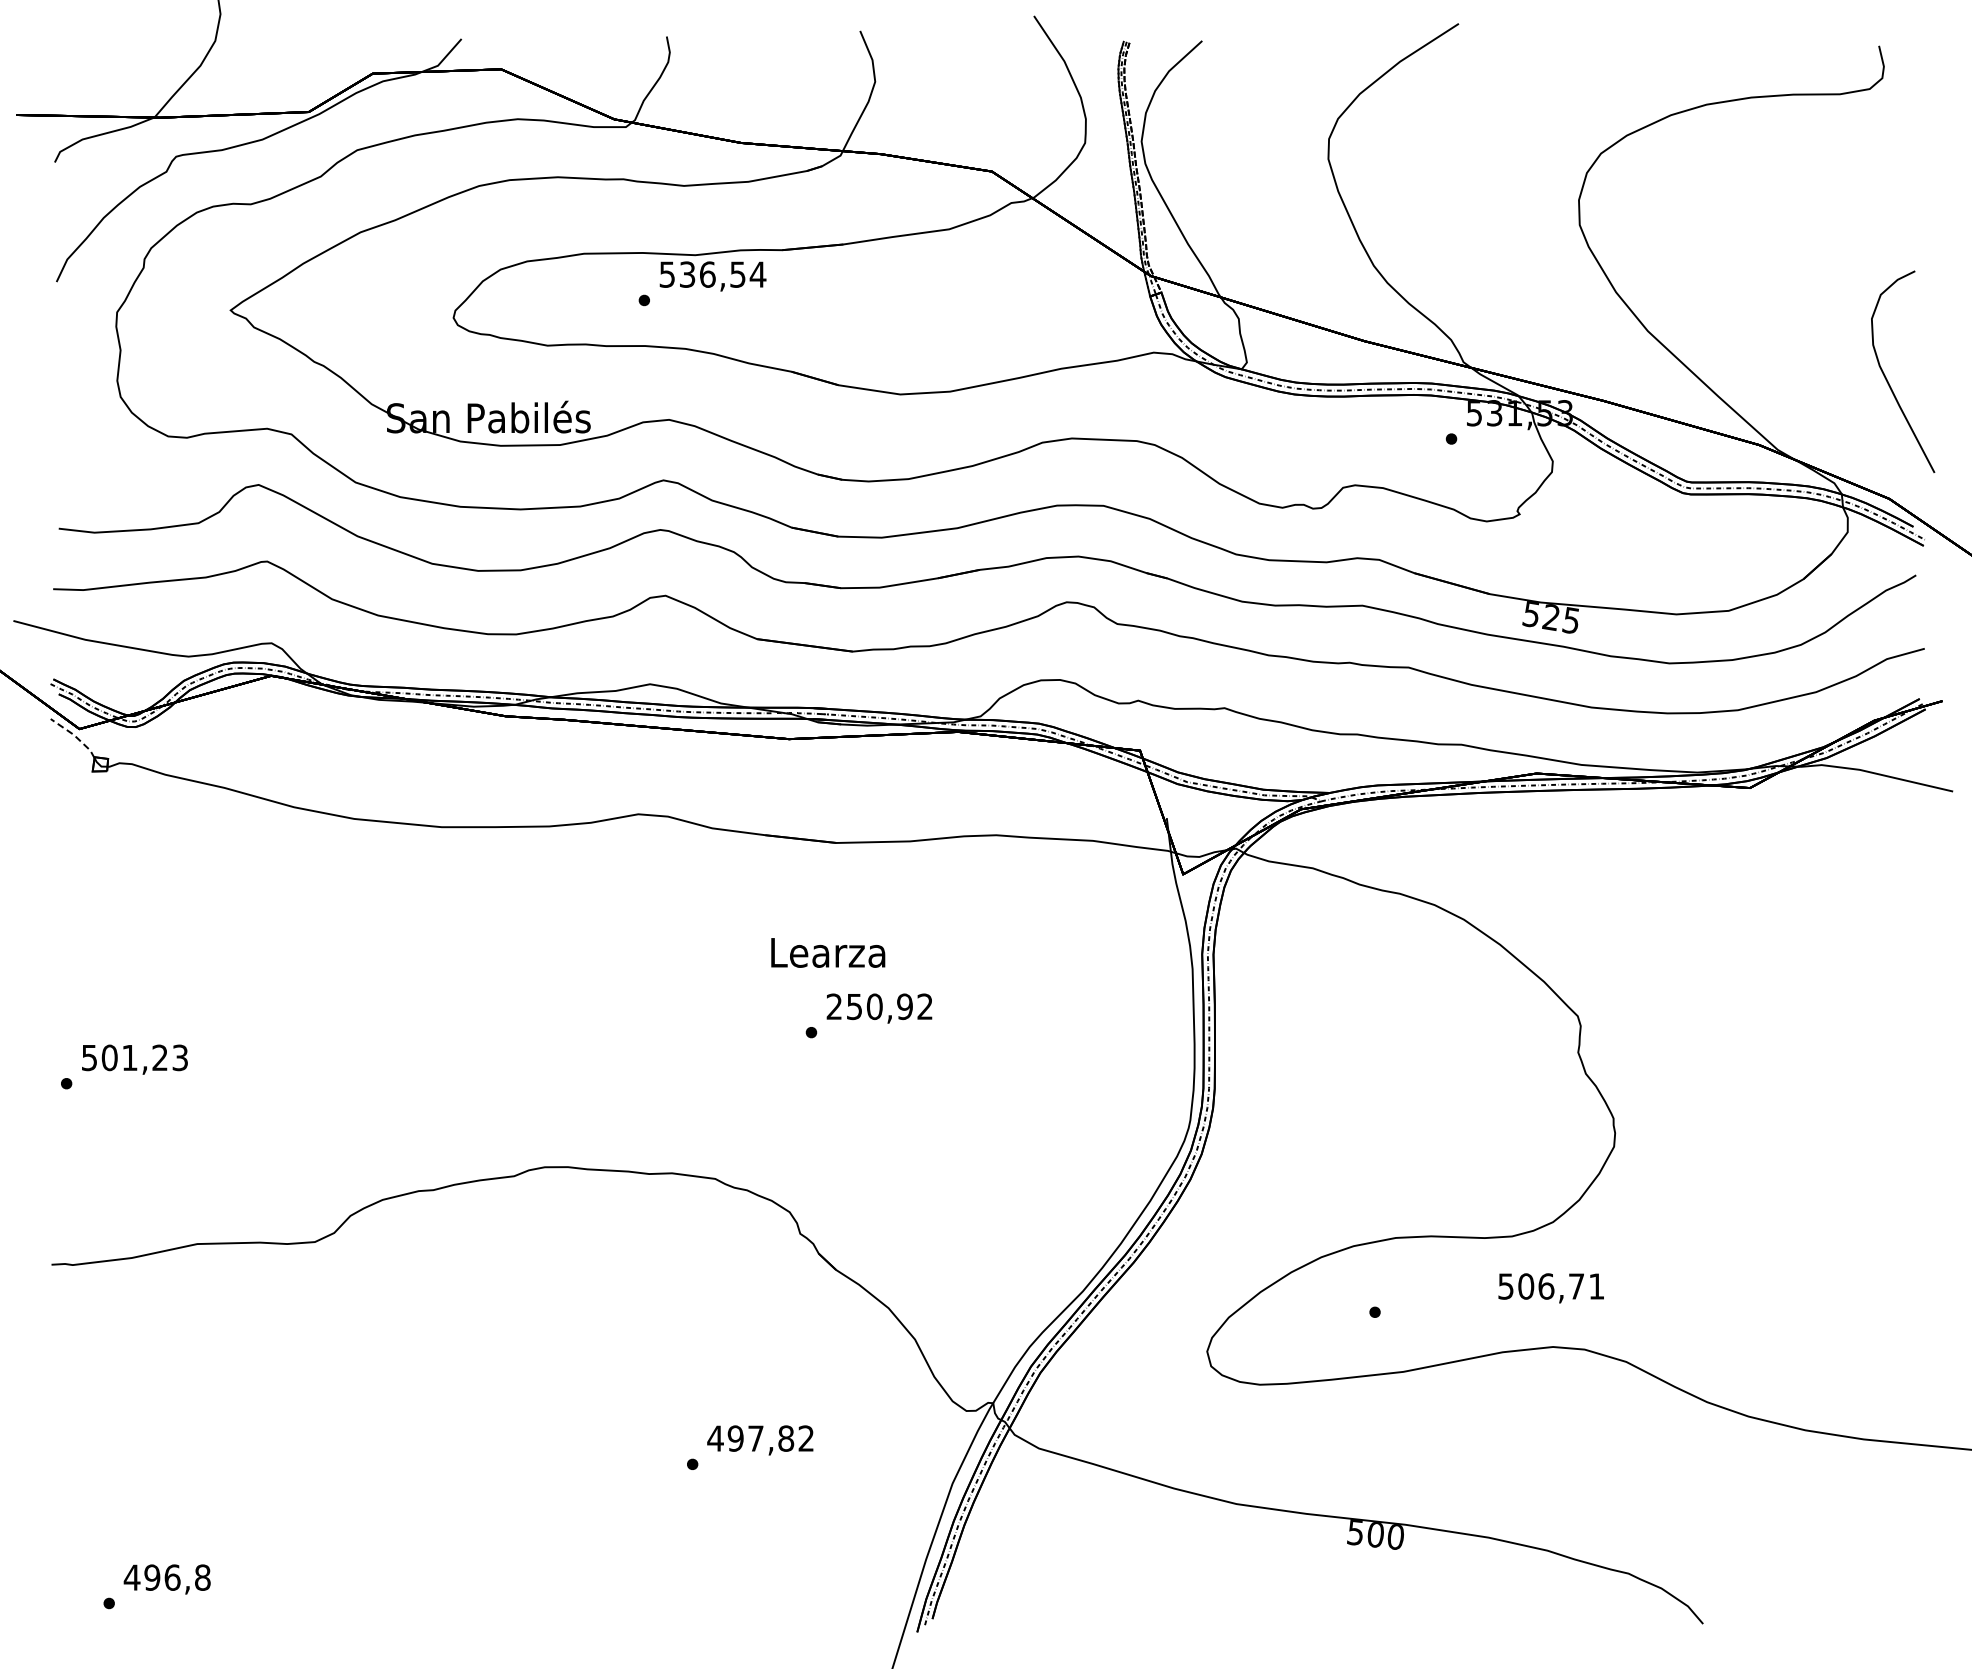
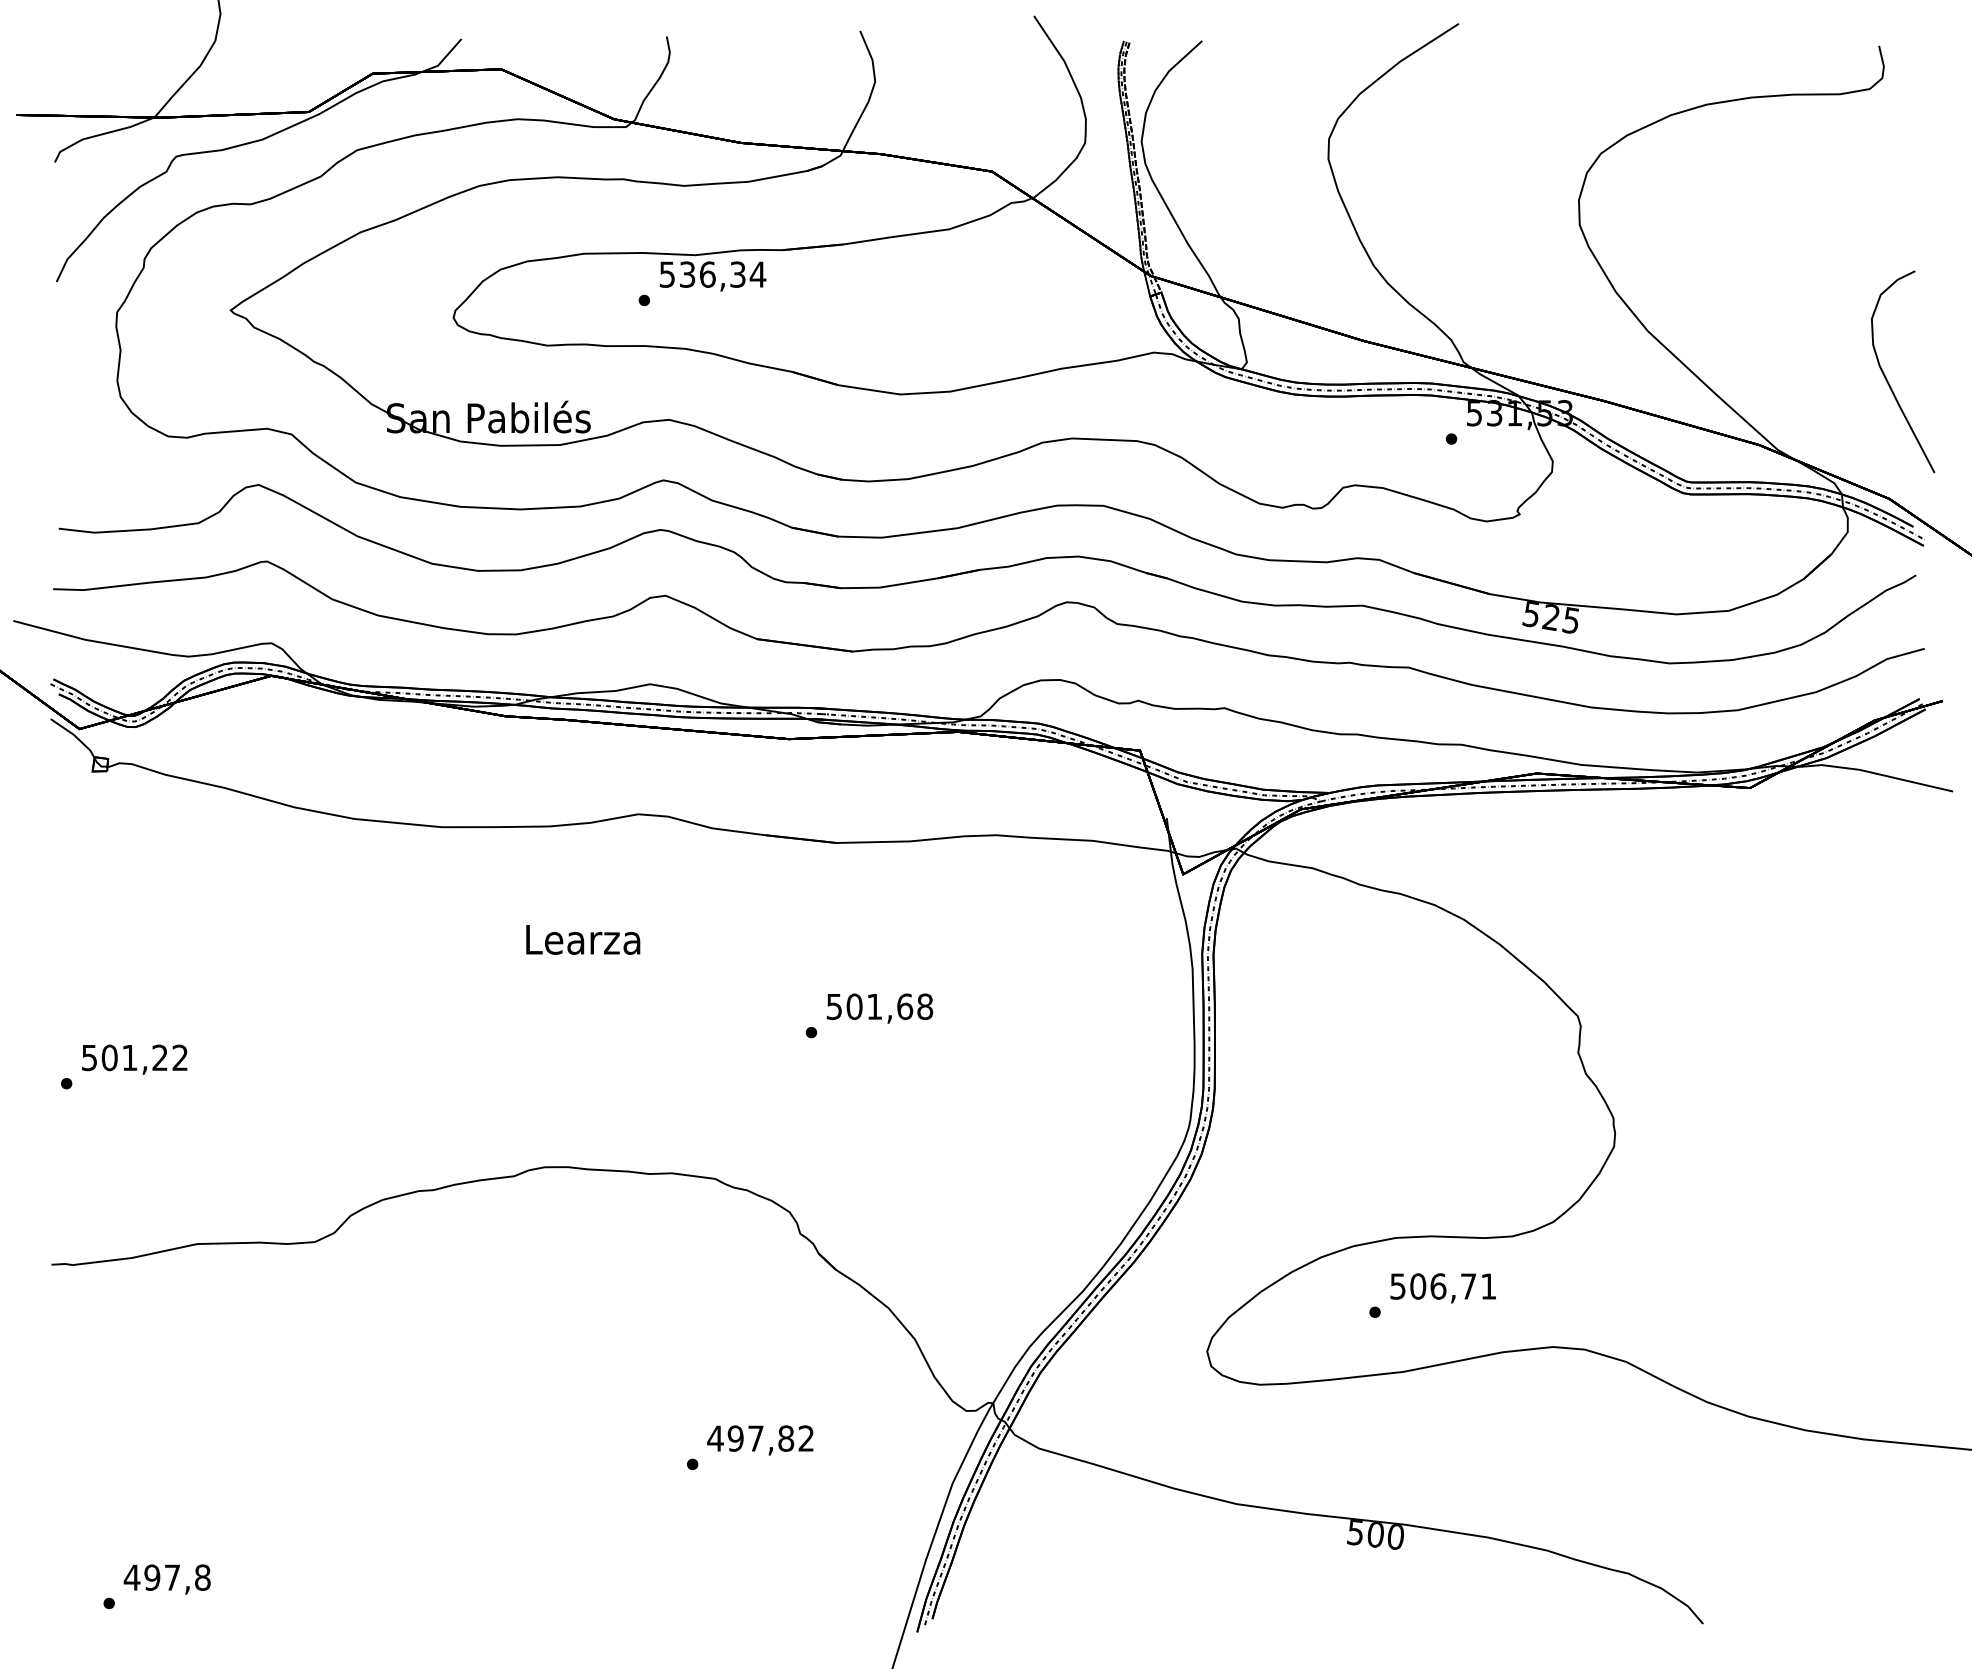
text at (738, 274): 536,54 -> 536,34
line at (75, 736): dashed -> solid
text at (828, 952) position: (828, 952) -> (583, 939)
text at (879, 1006): 250,92 -> 501,68
text at (179, 1057): 501,23 -> 501,22
text at (1550, 1288) position: (1550, 1288) -> (1442, 1288)
text at (172, 1577): 496,8 -> 497,8
